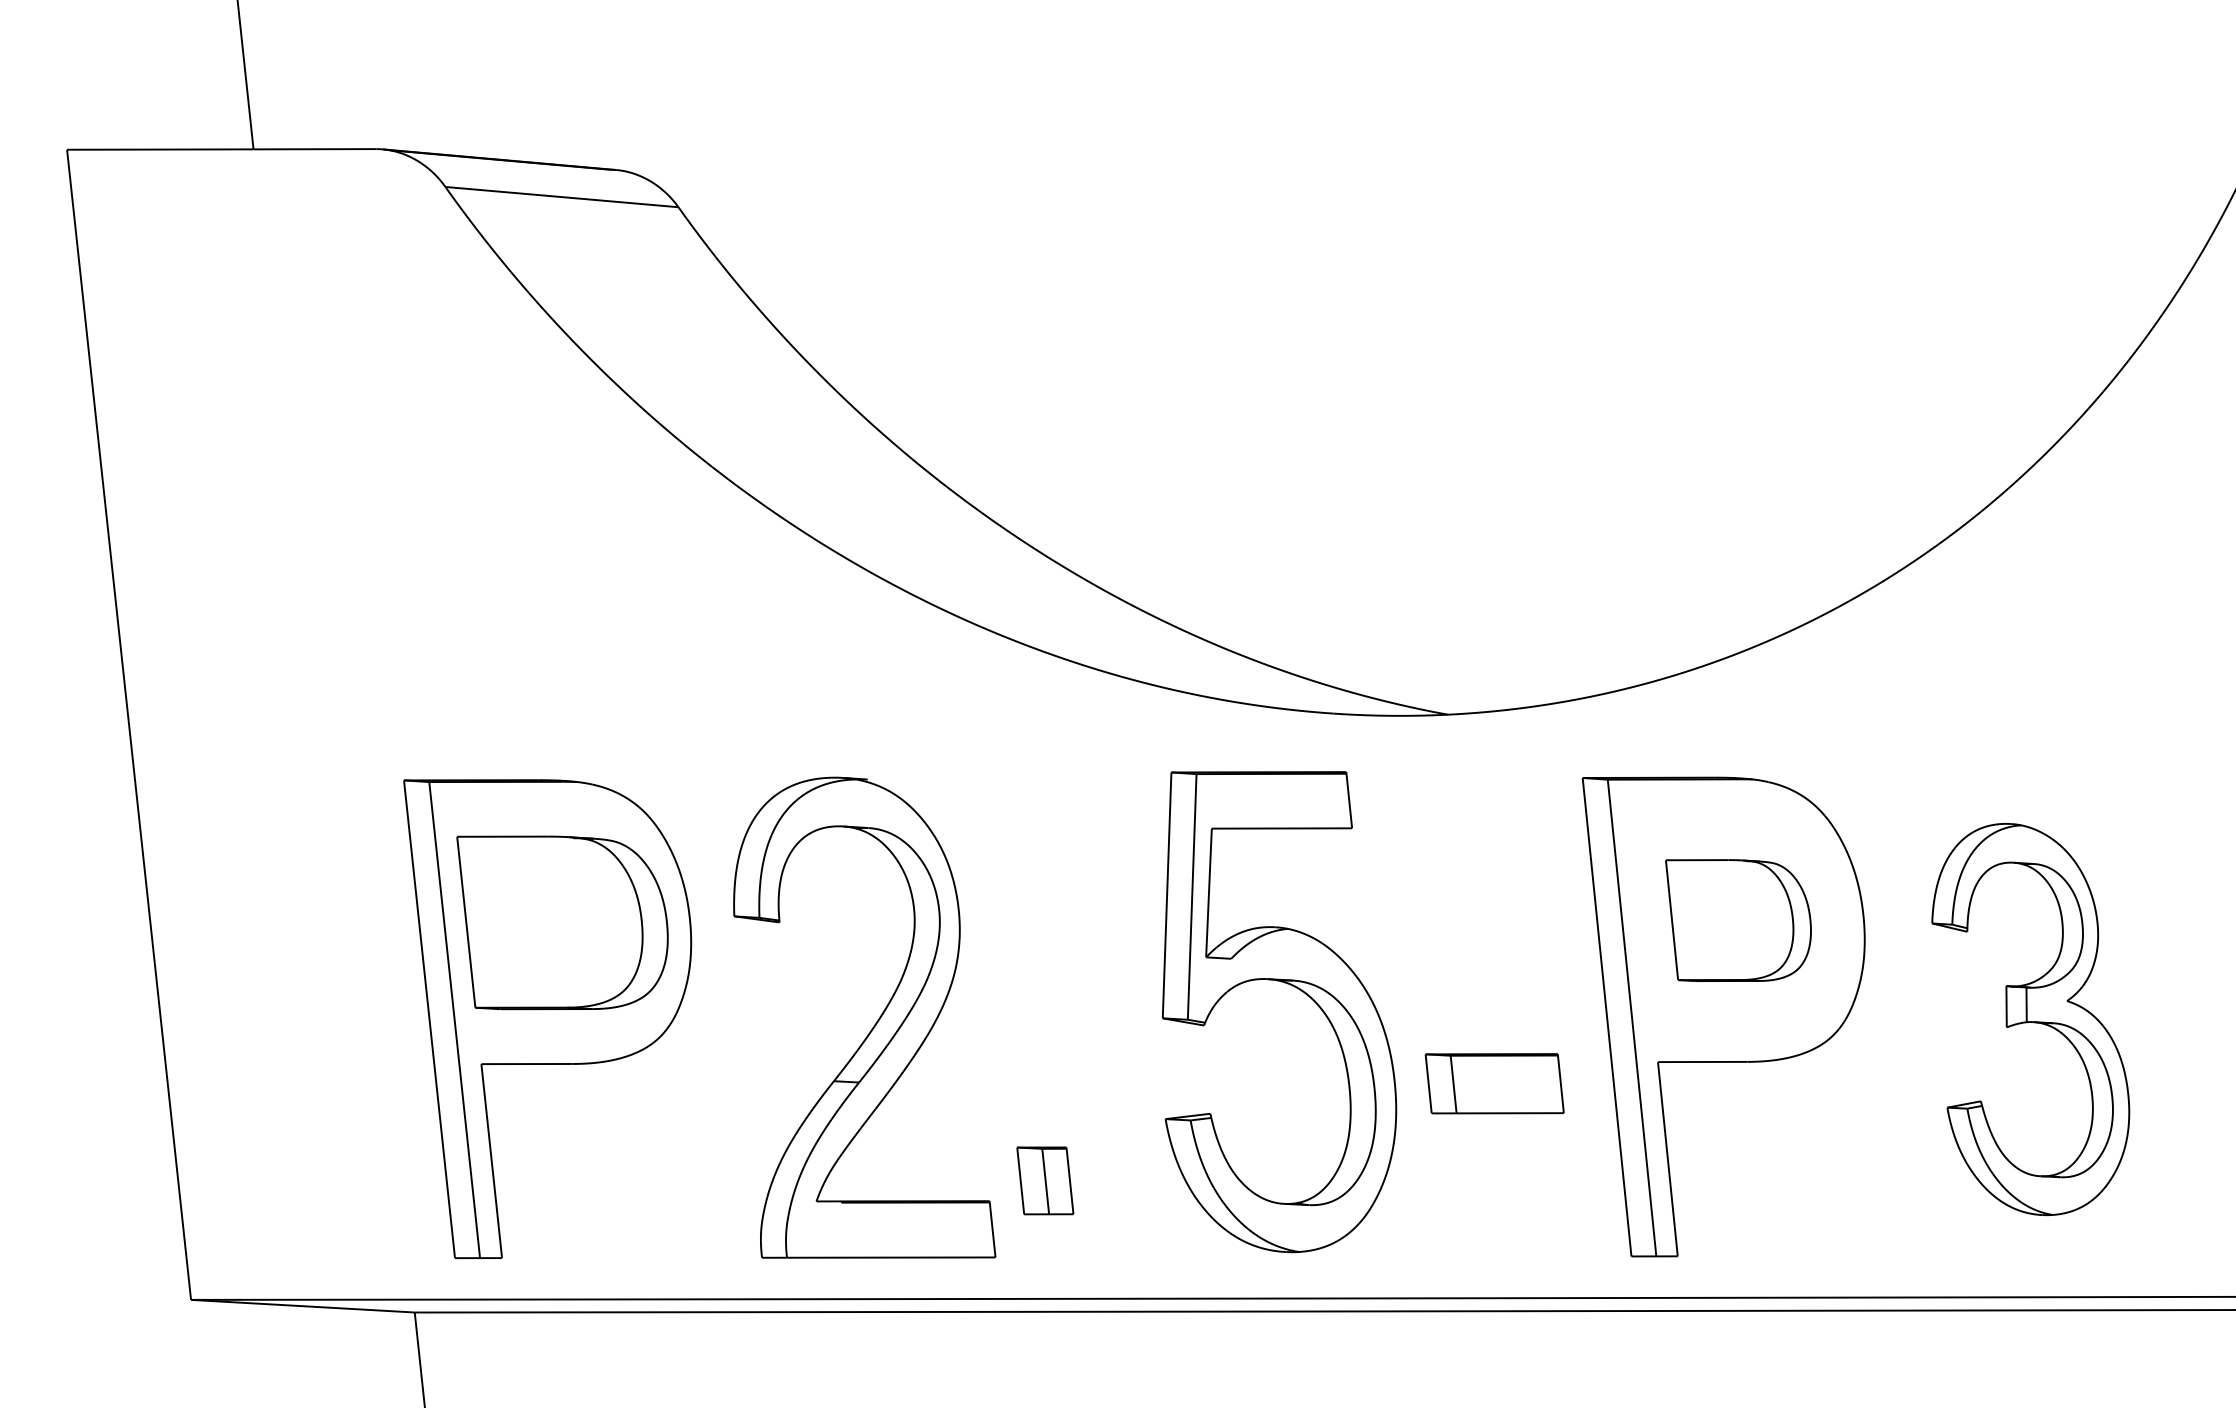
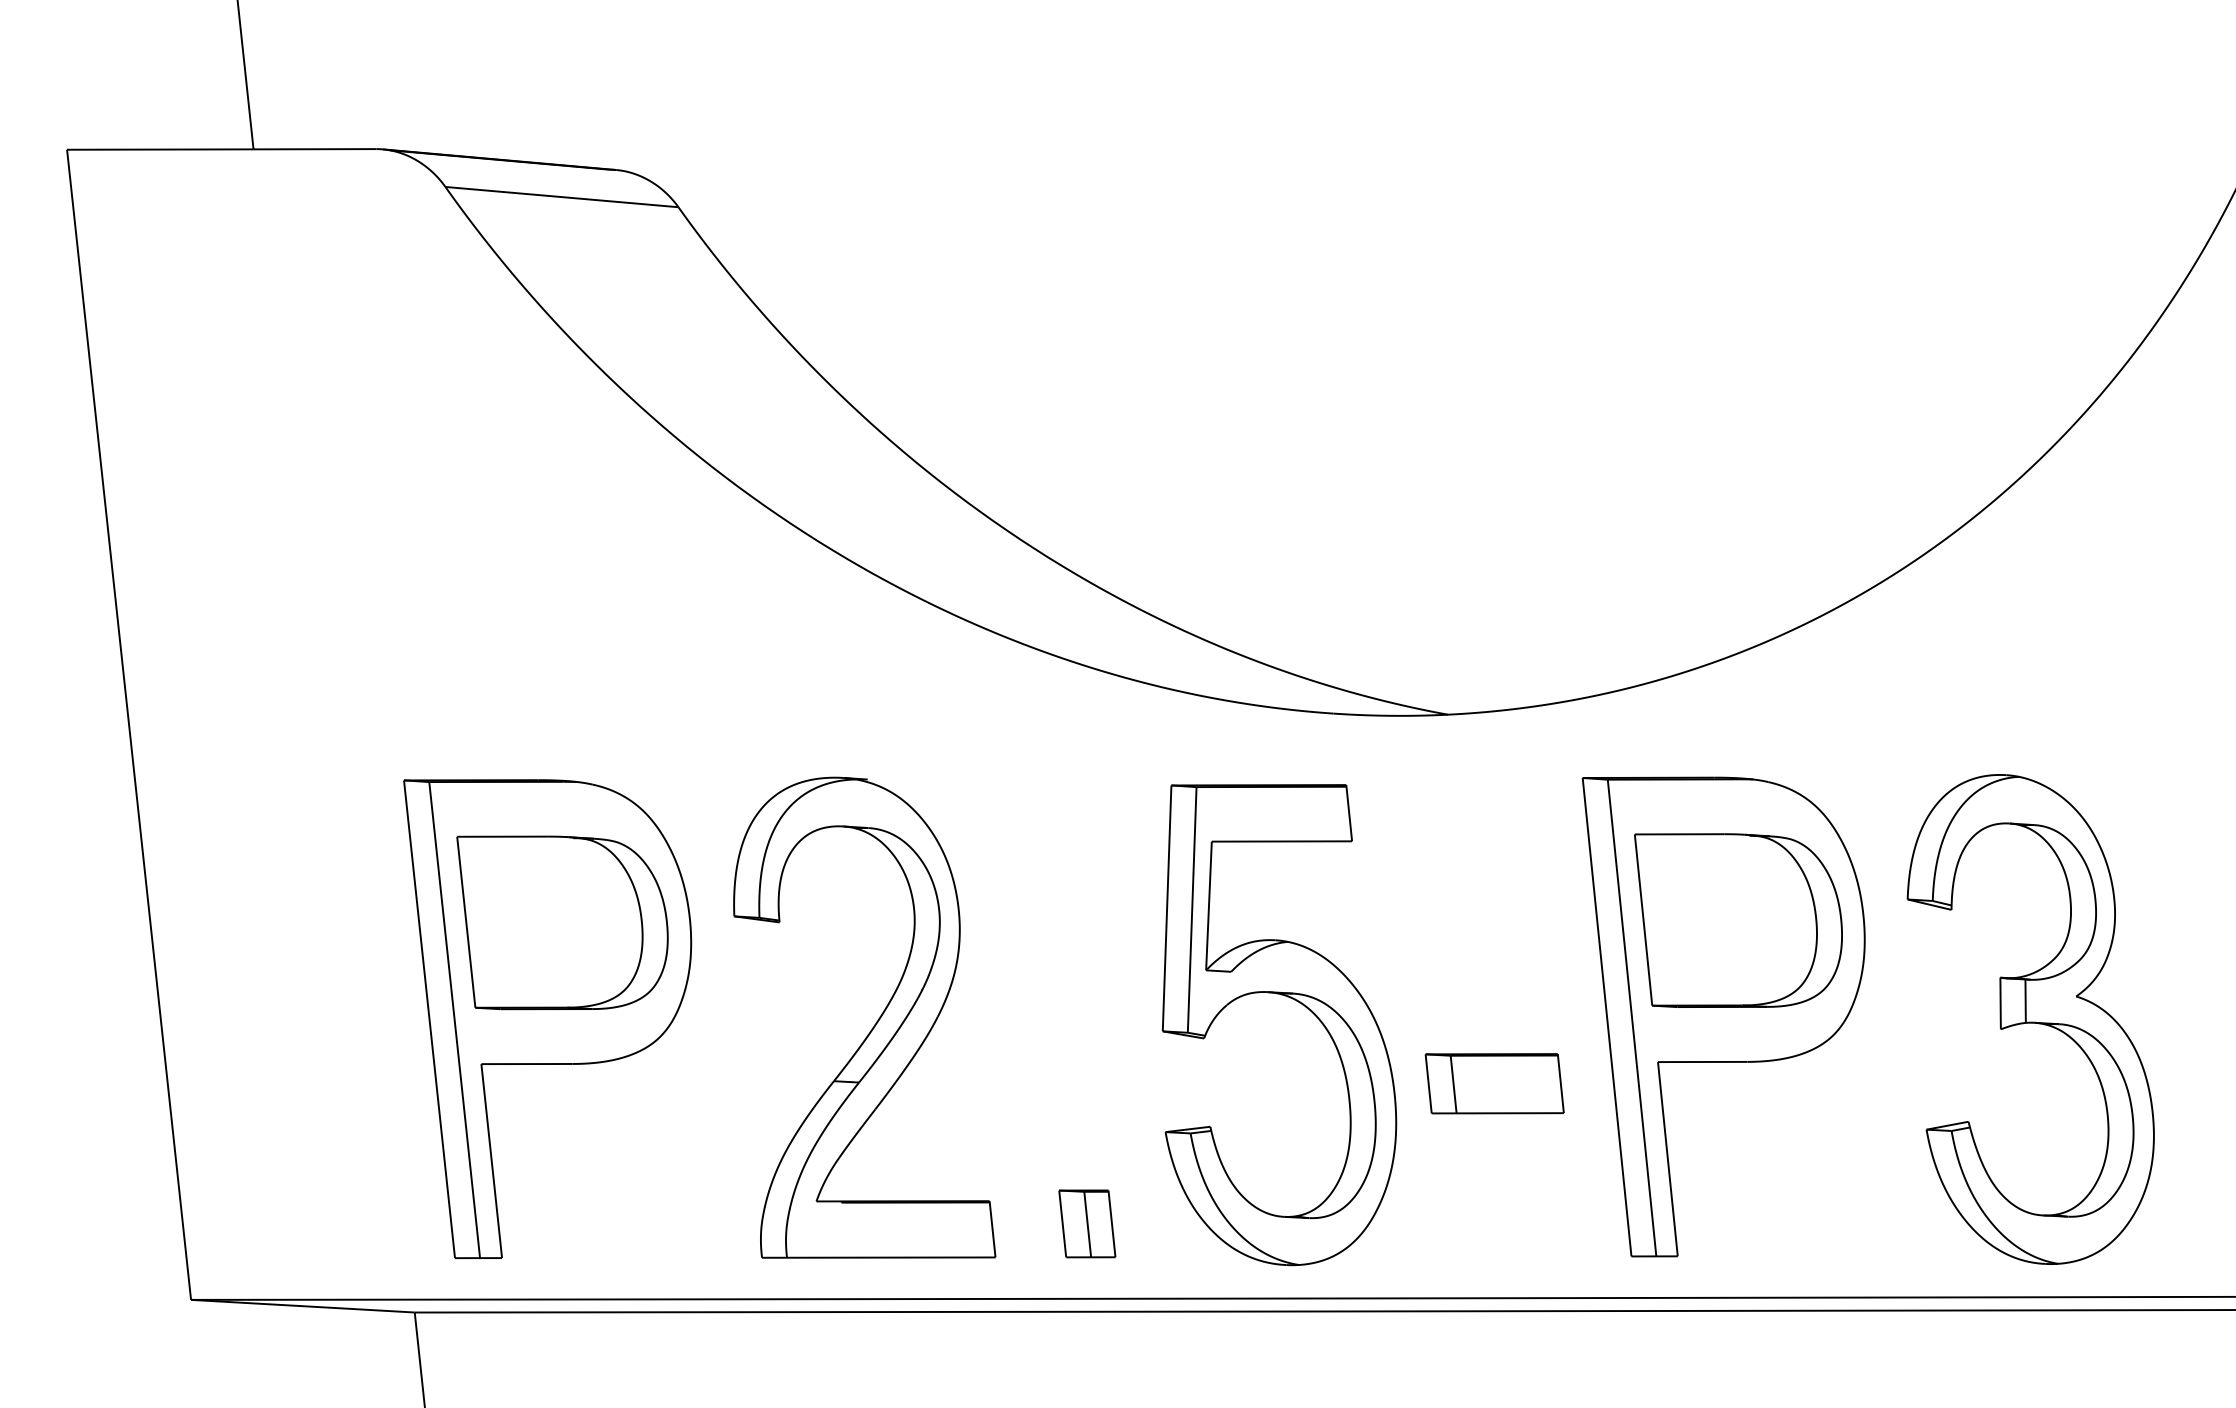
part at (1738, 920) size: 147x123 px -> 209x175 px
part at (1292, 986) position: (1292, 986) -> (1292, 999)
part at (2030, 1019) size: 200x394 px -> 249x491 px
part at (1045, 1180) position: (1045, 1180) -> (1087, 1223)
